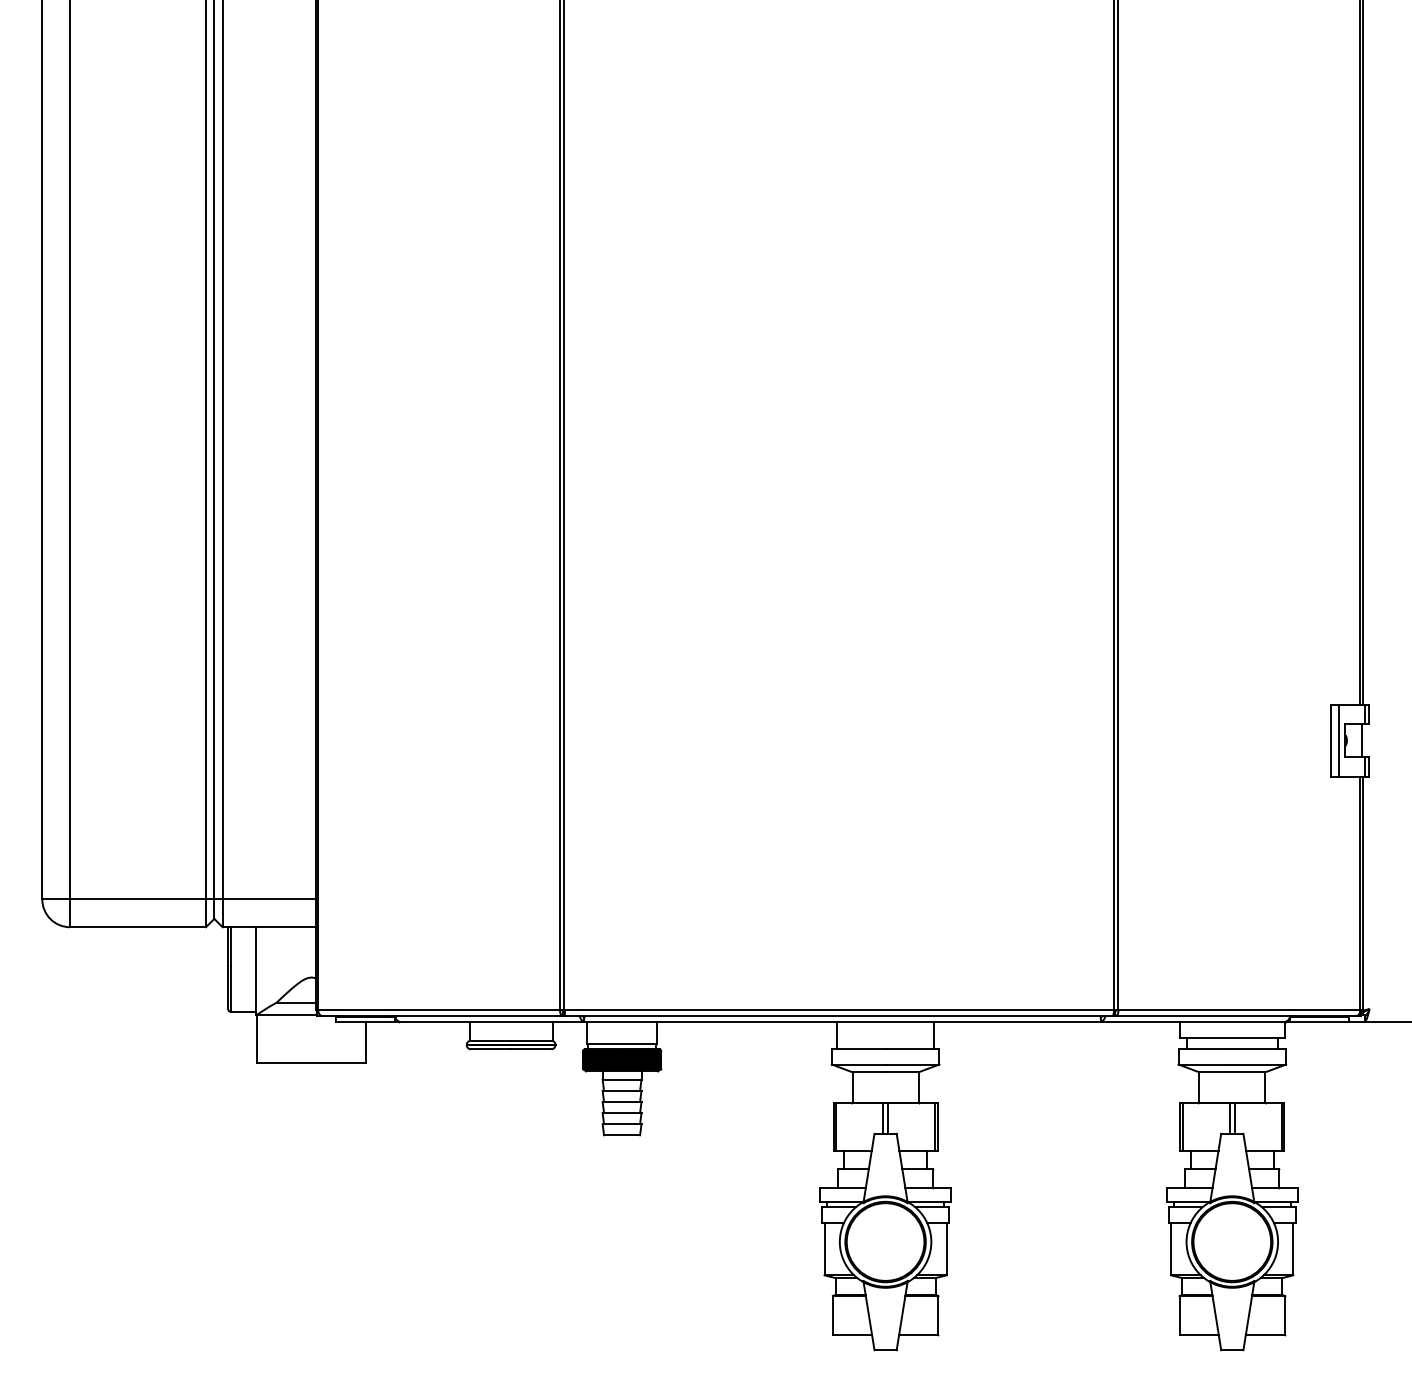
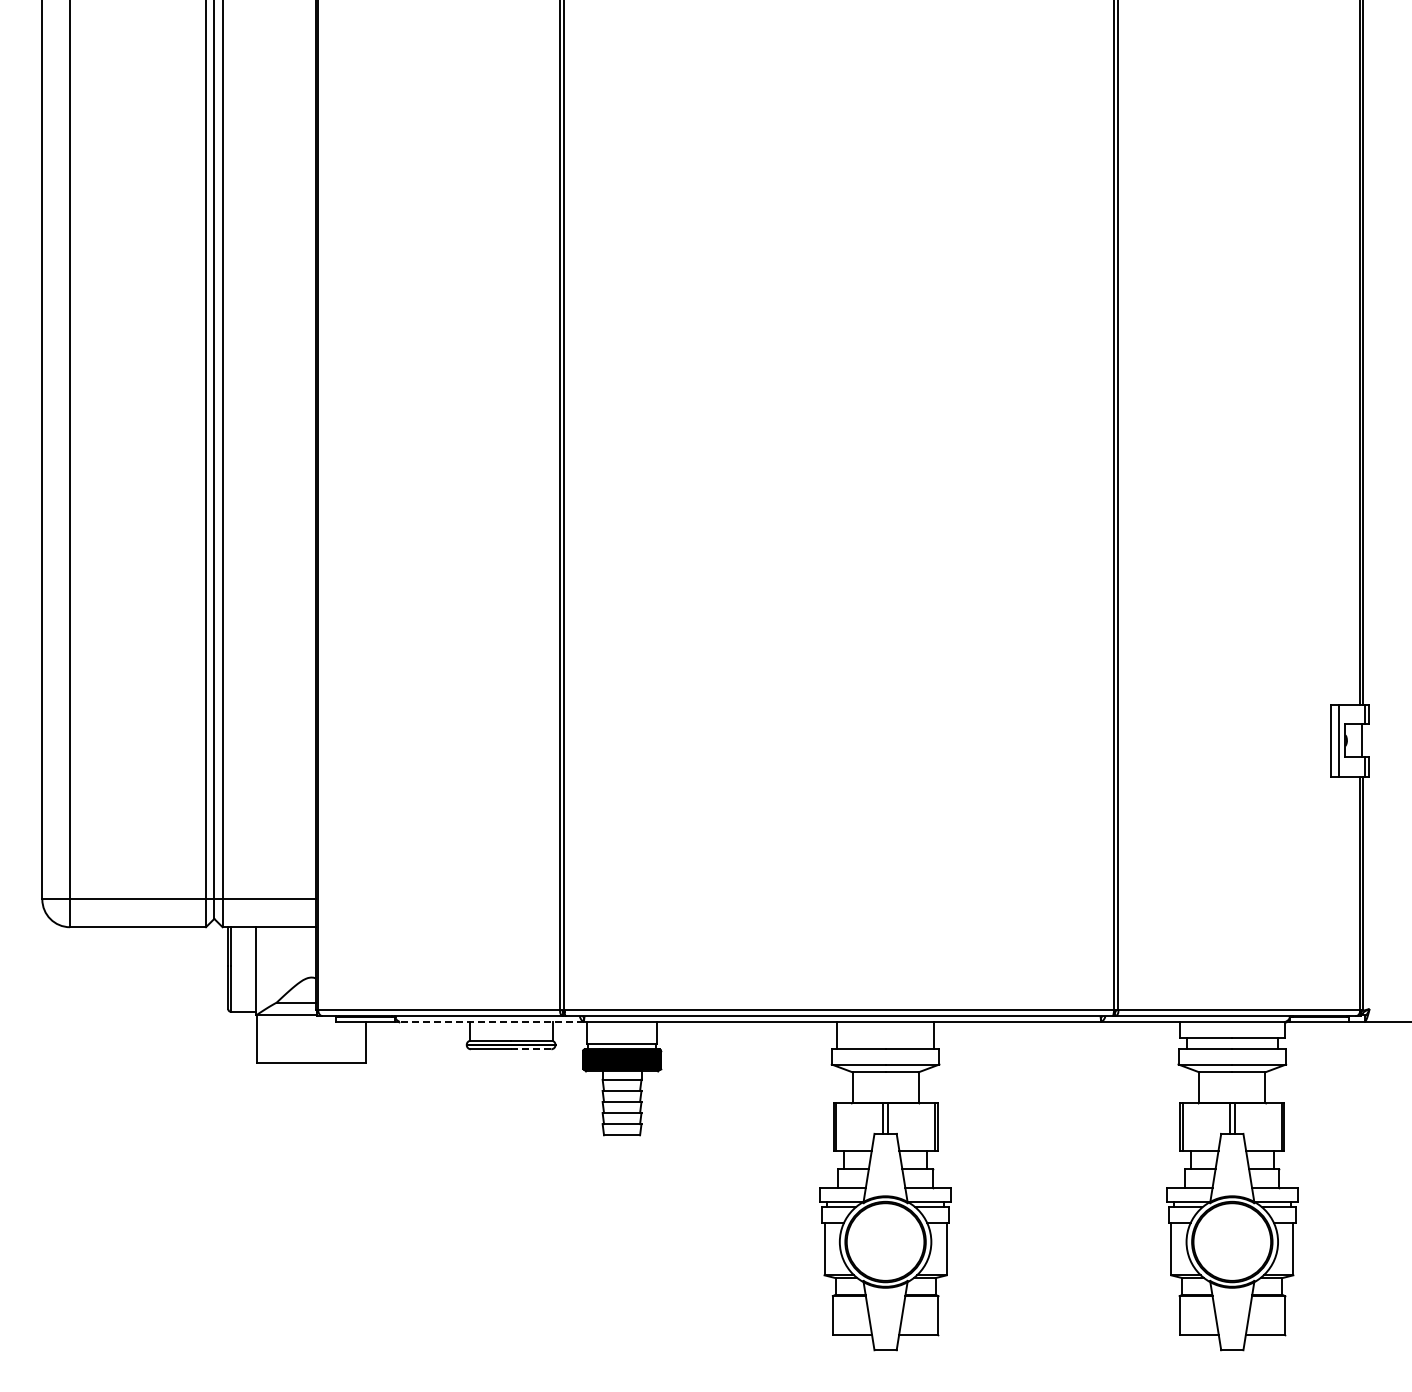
line at (491, 1021): solid -> dashed
line at (530, 1049): solid -> dashed
